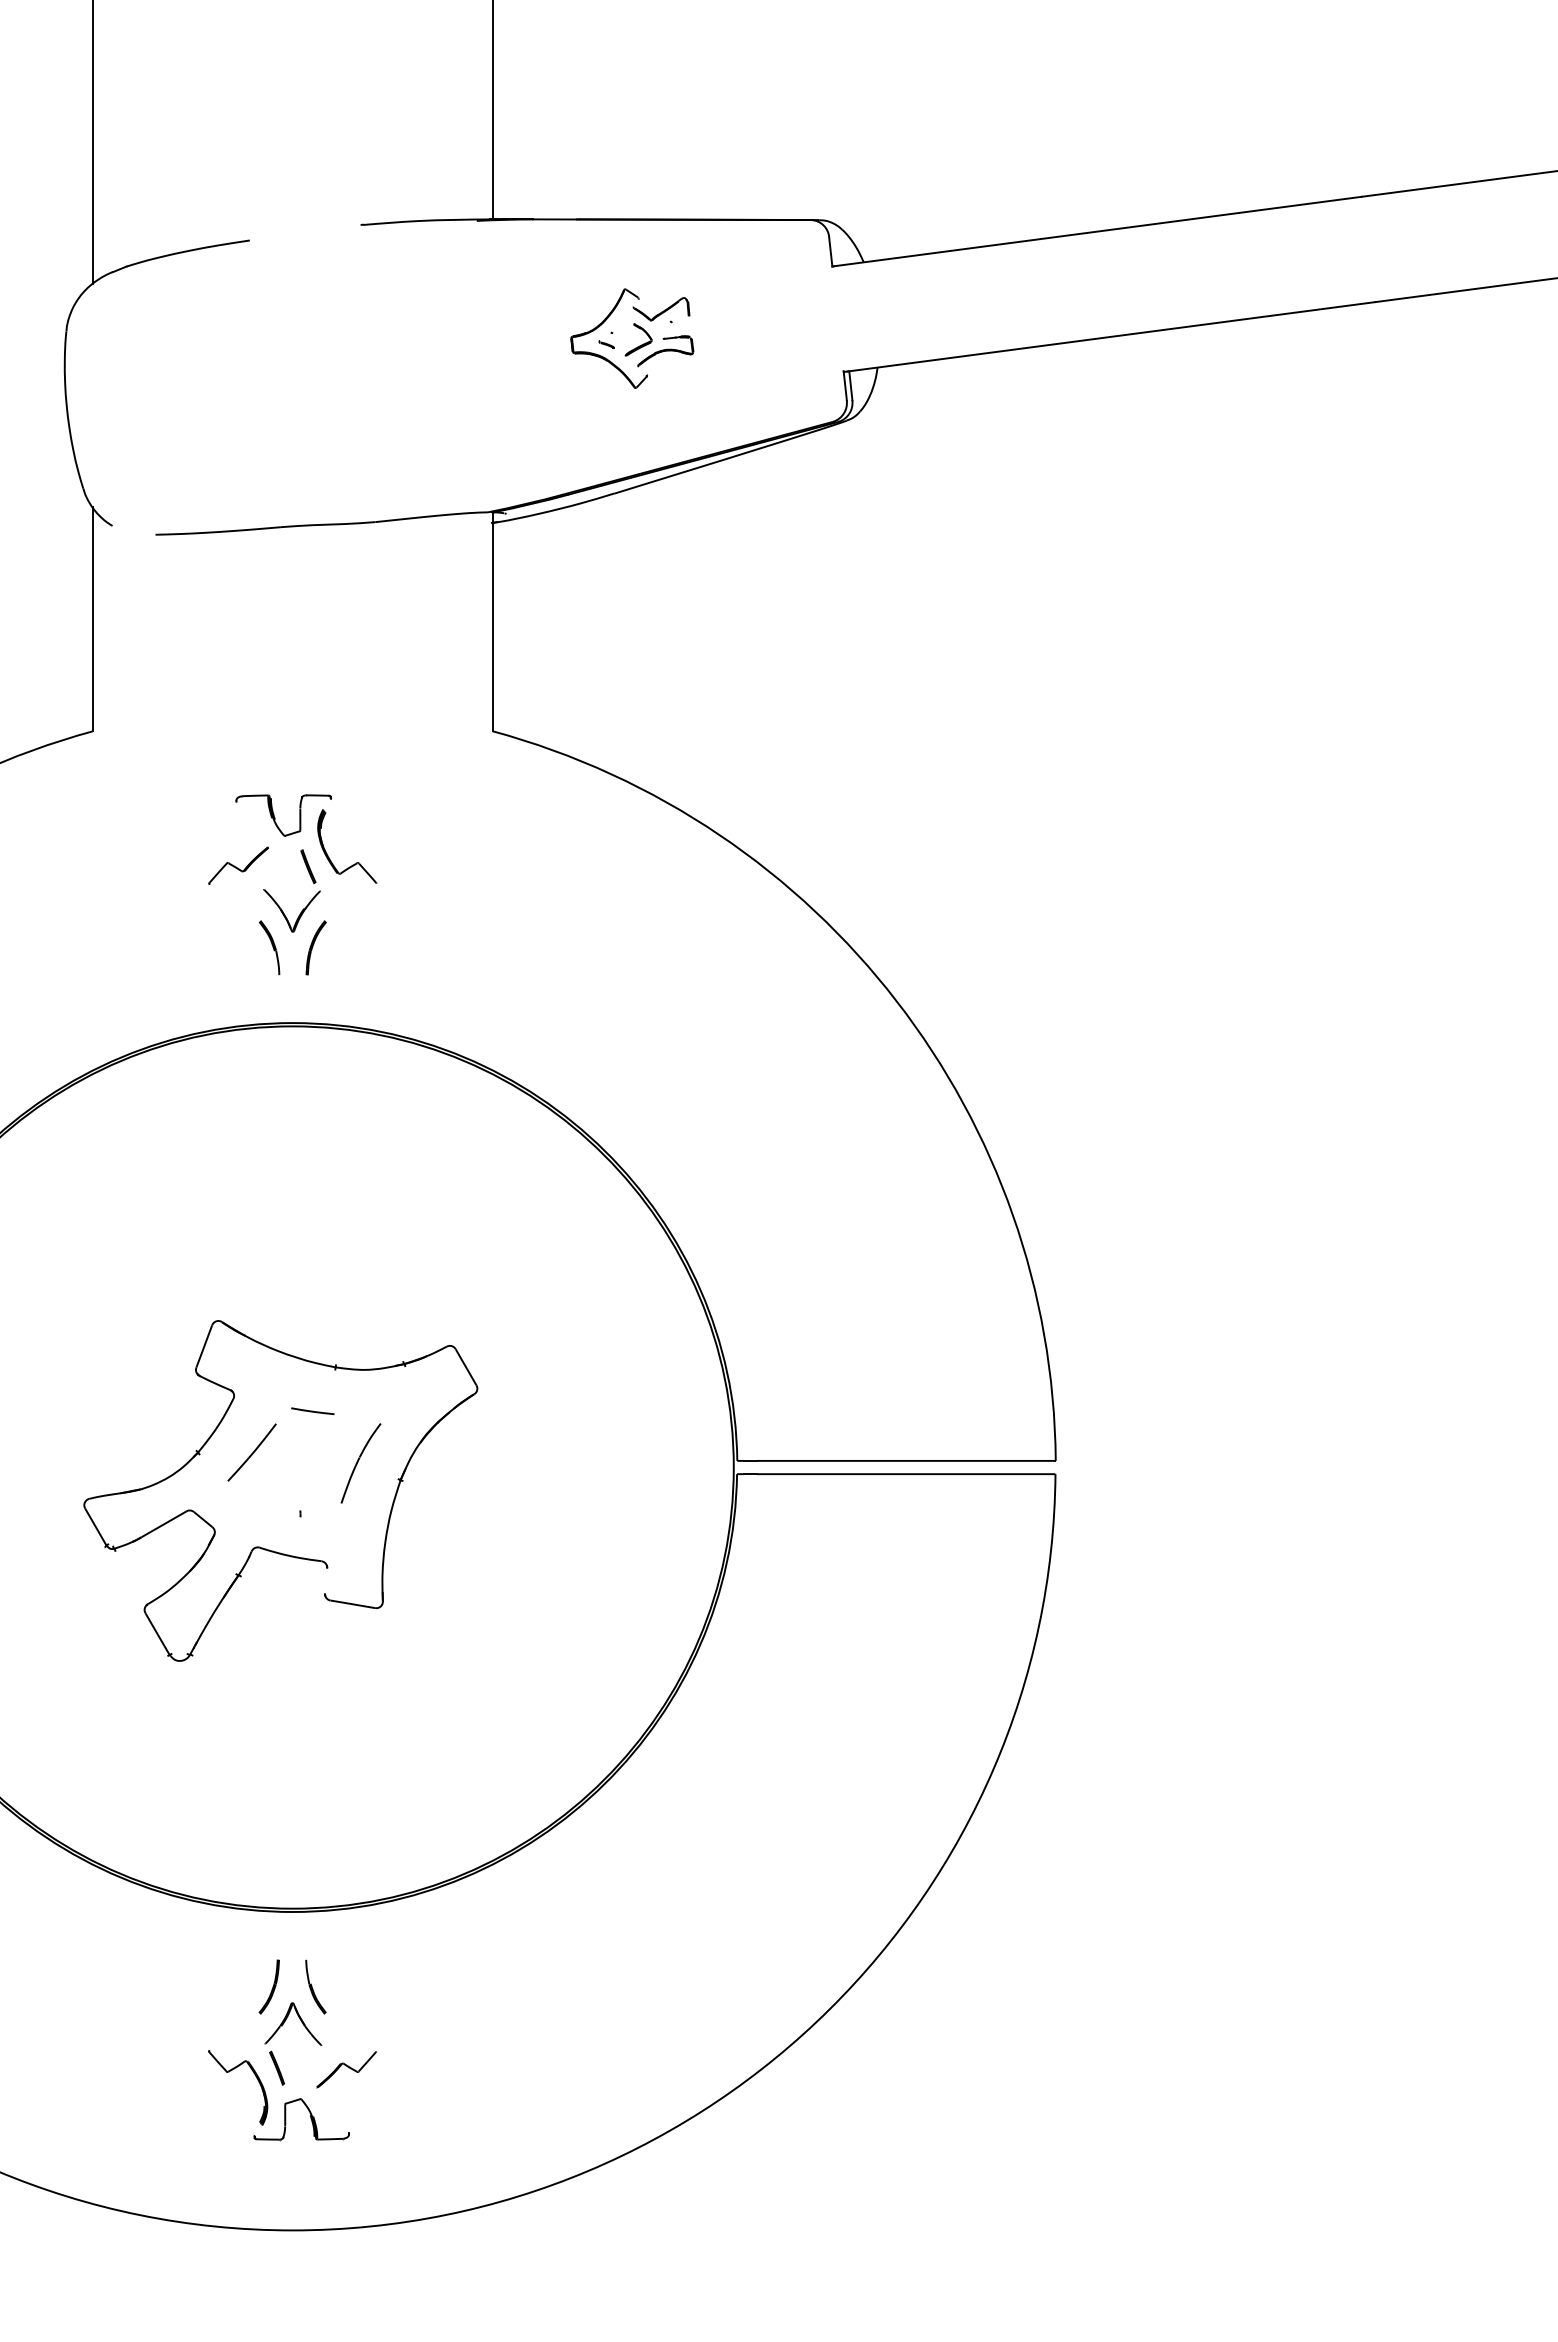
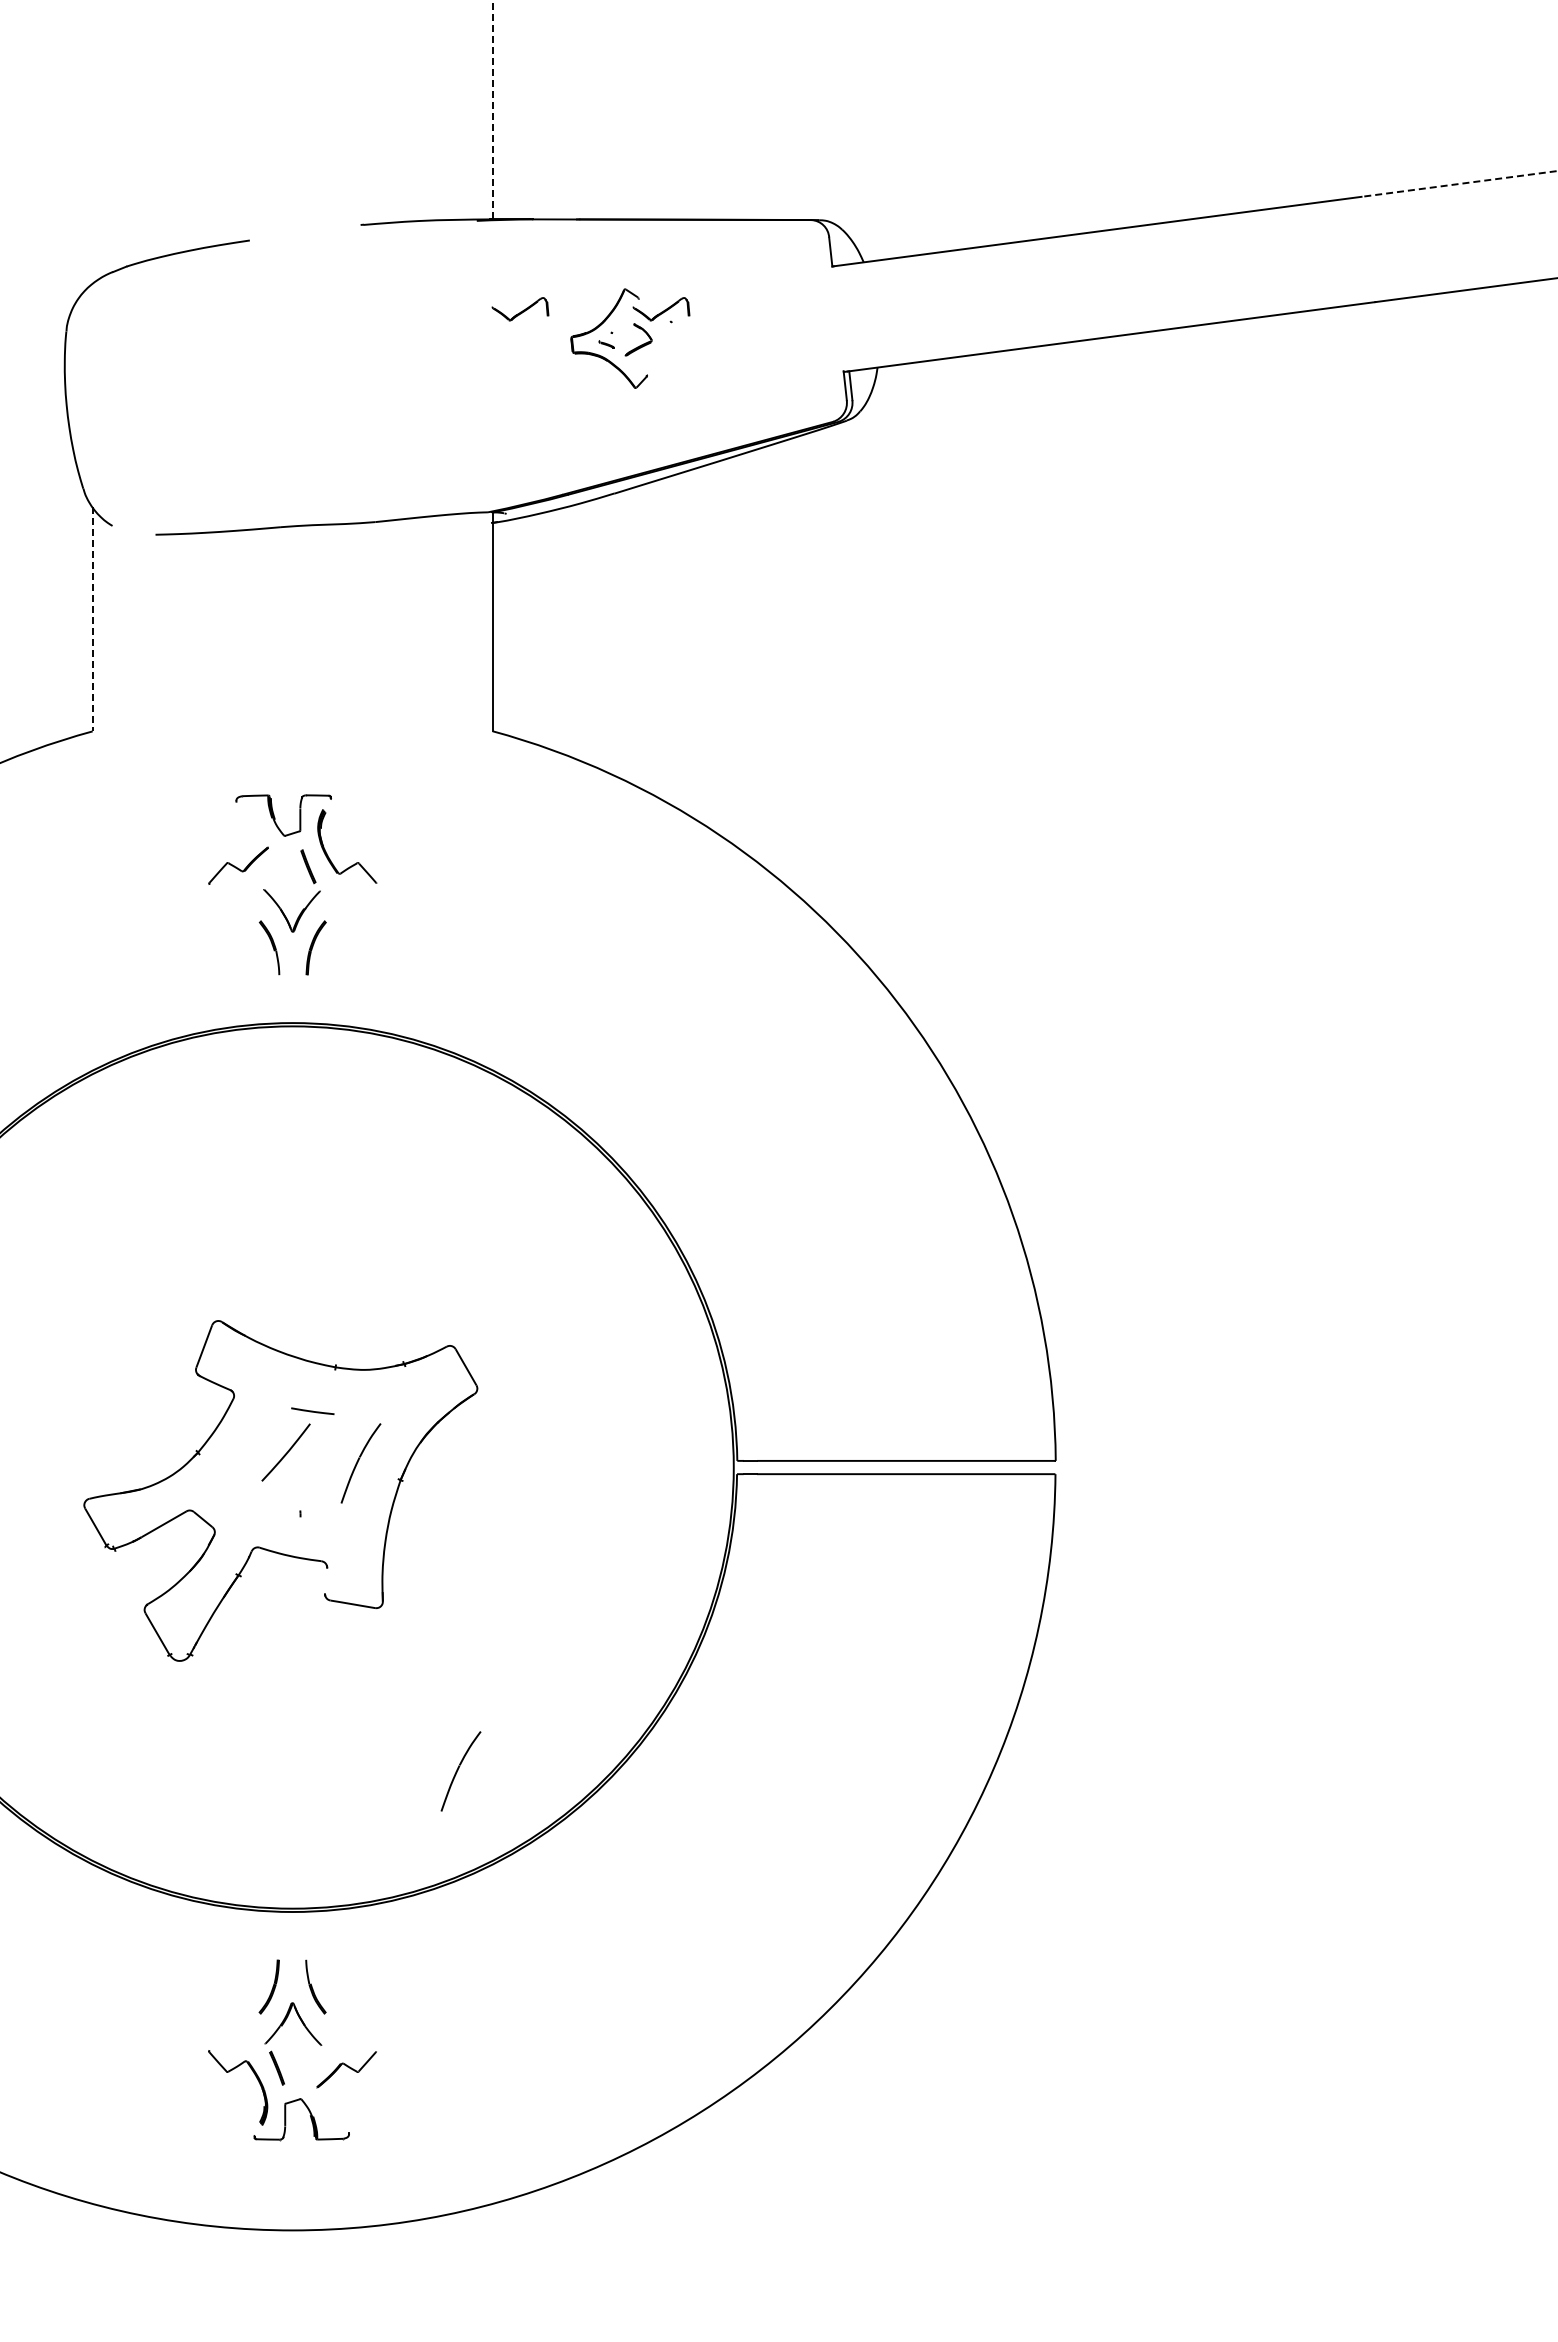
line at (492, 109): solid -> dashed
line at (92, 142): present -> none
line at (1459, 183): solid -> dashed
part at (520, 309): none -> present
part at (665, 351): present -> none
line at (92, 619): solid -> dashed
curve at (252, 1452) position: (252, 1452) -> (286, 1452)
part at (460, 1771): none -> present
